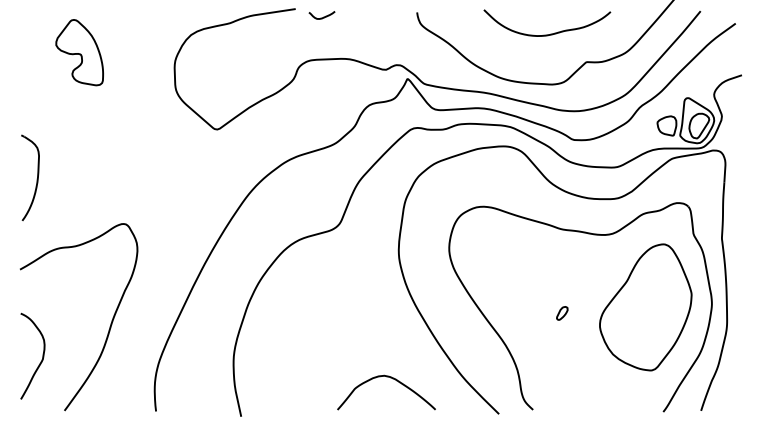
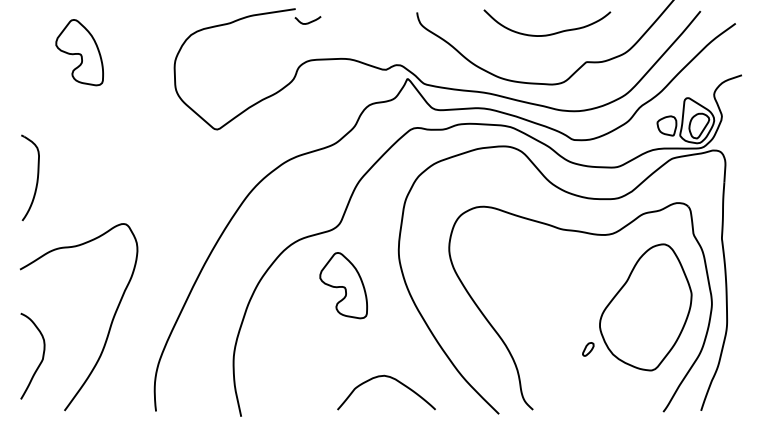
curve at (321, 17) position: (321, 17) -> (307, 22)
part at (343, 285): none -> present
part at (562, 313) position: (562, 313) -> (588, 349)
